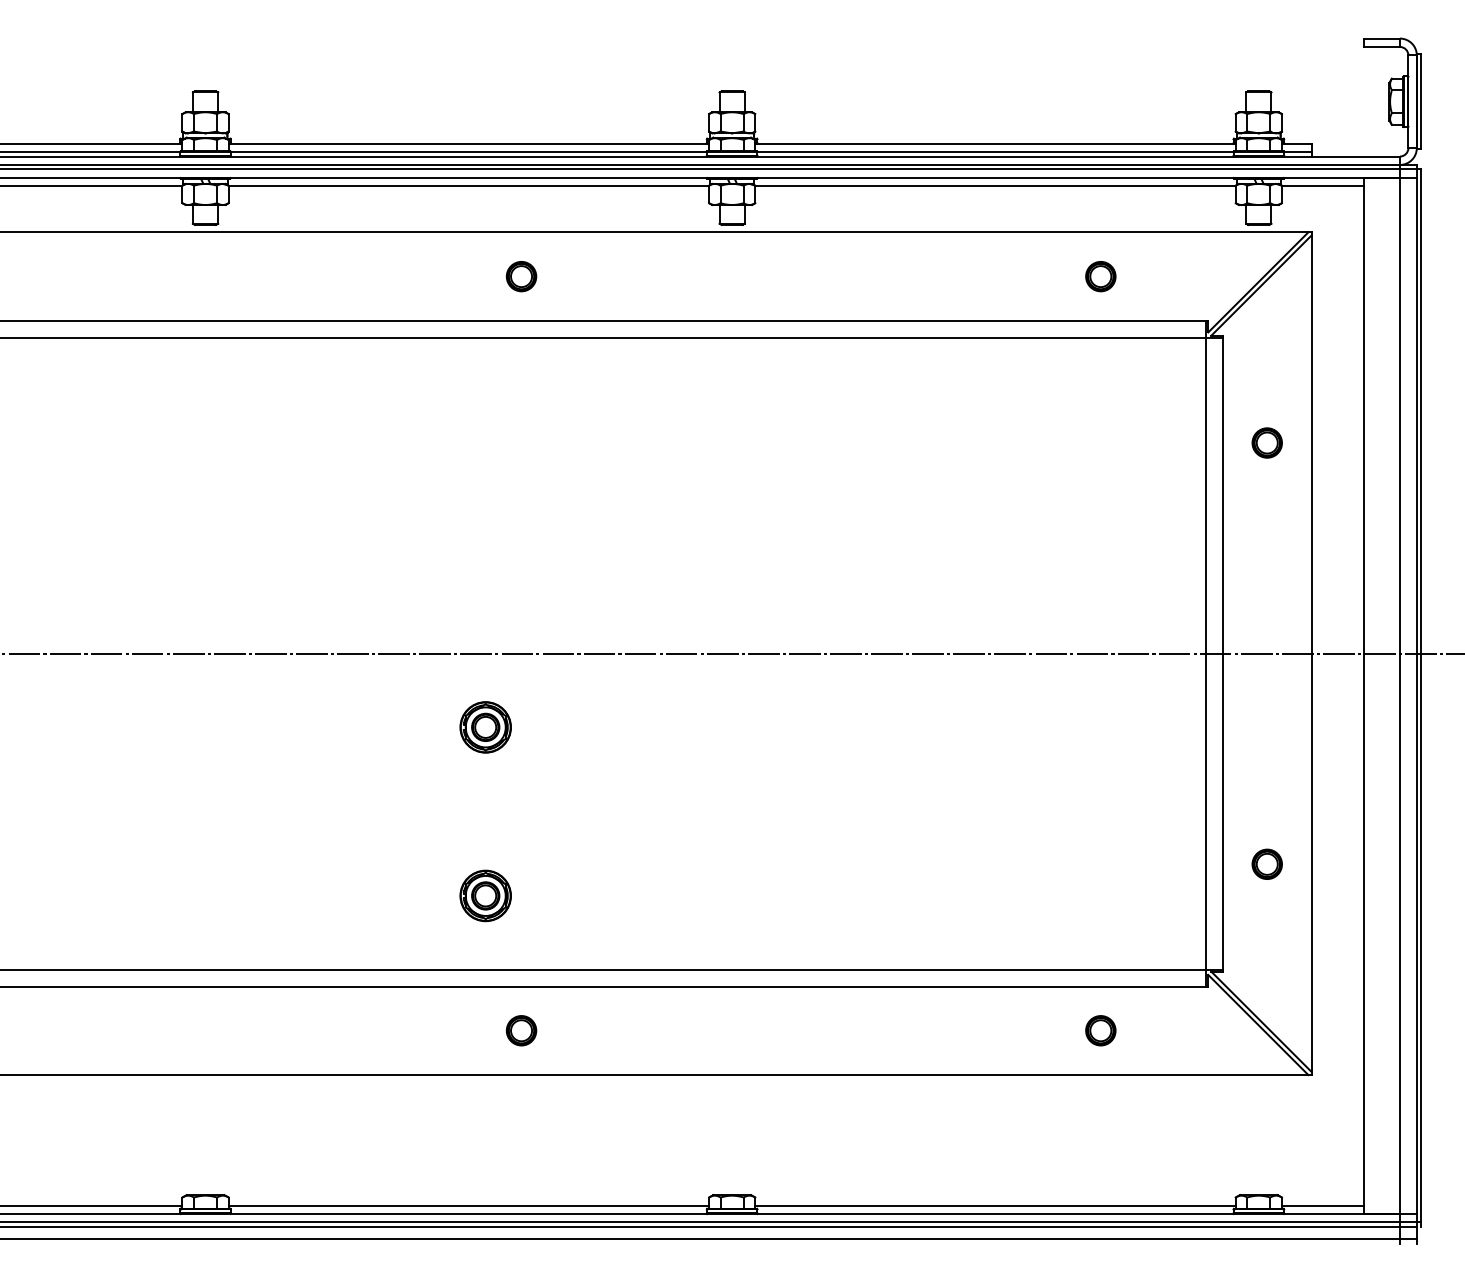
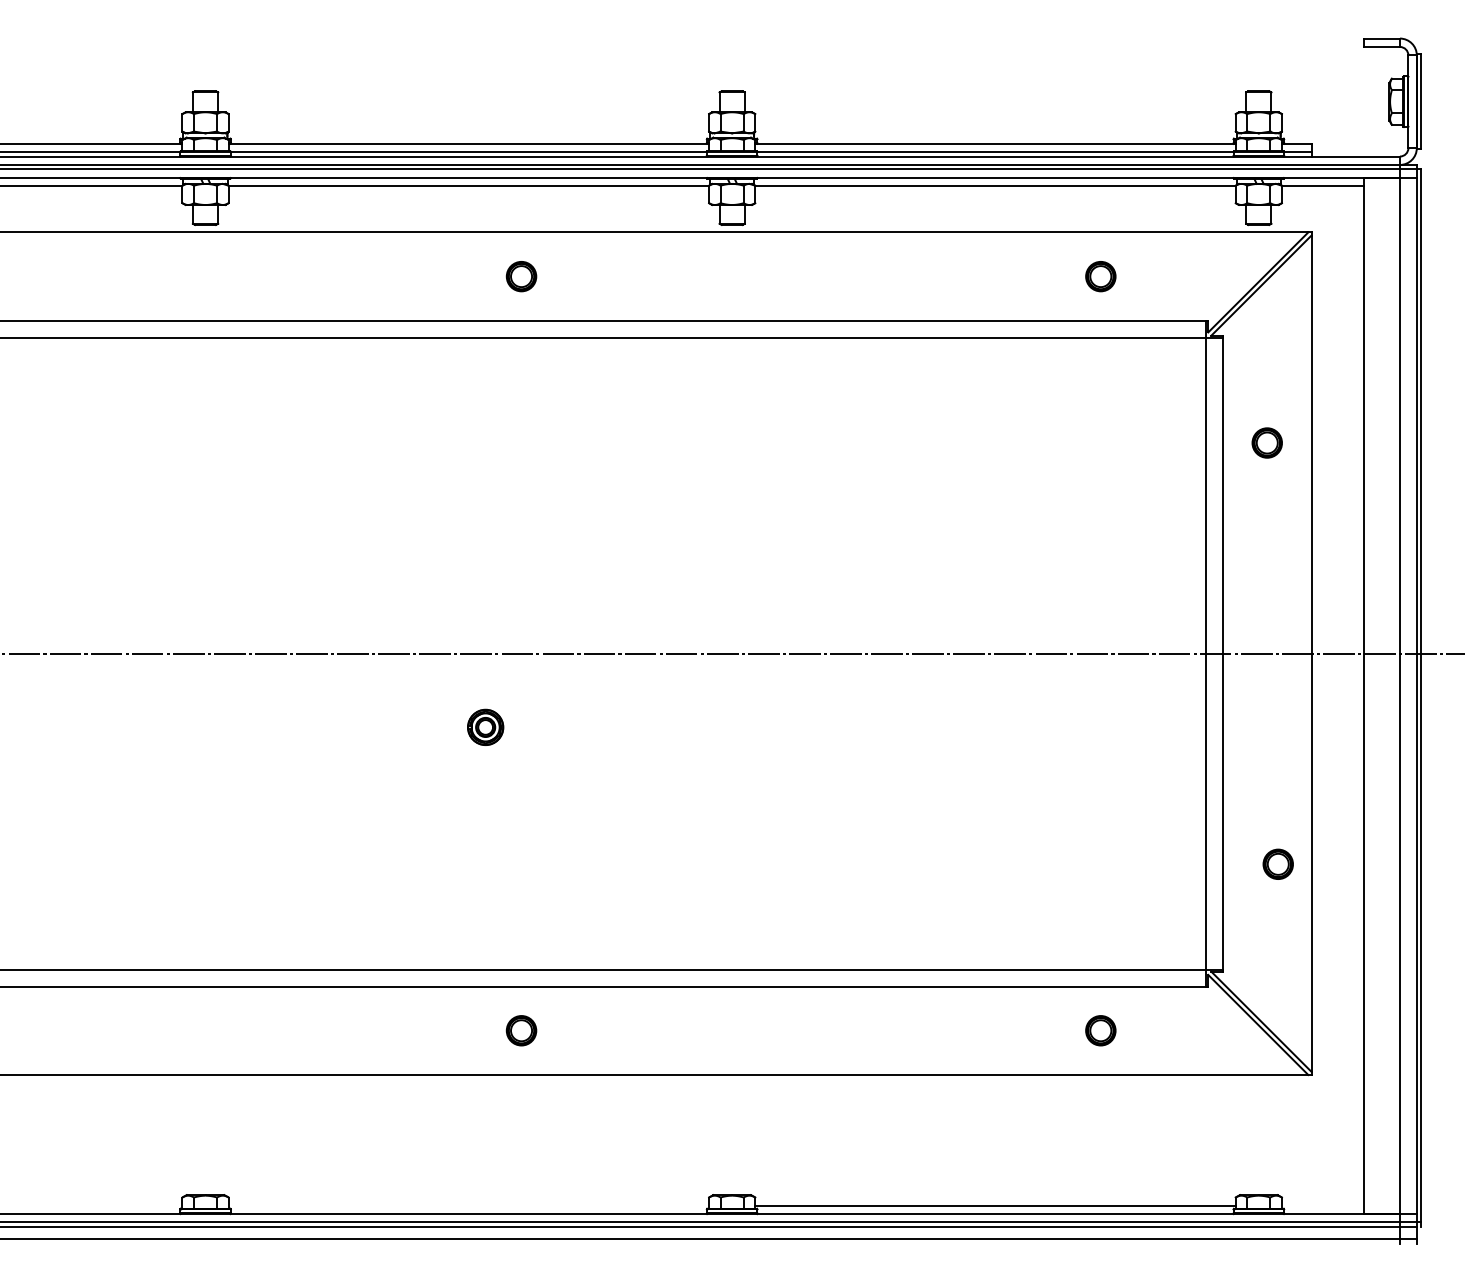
part at (485, 727) size: 53x53 px -> 38x38 px
part at (1266, 863) position: (1266, 863) -> (1277, 863)
part at (485, 895): present -> none
line at (92, 1205): present -> none
line at (468, 1205): present -> none
line at (1322, 1205): present -> none
